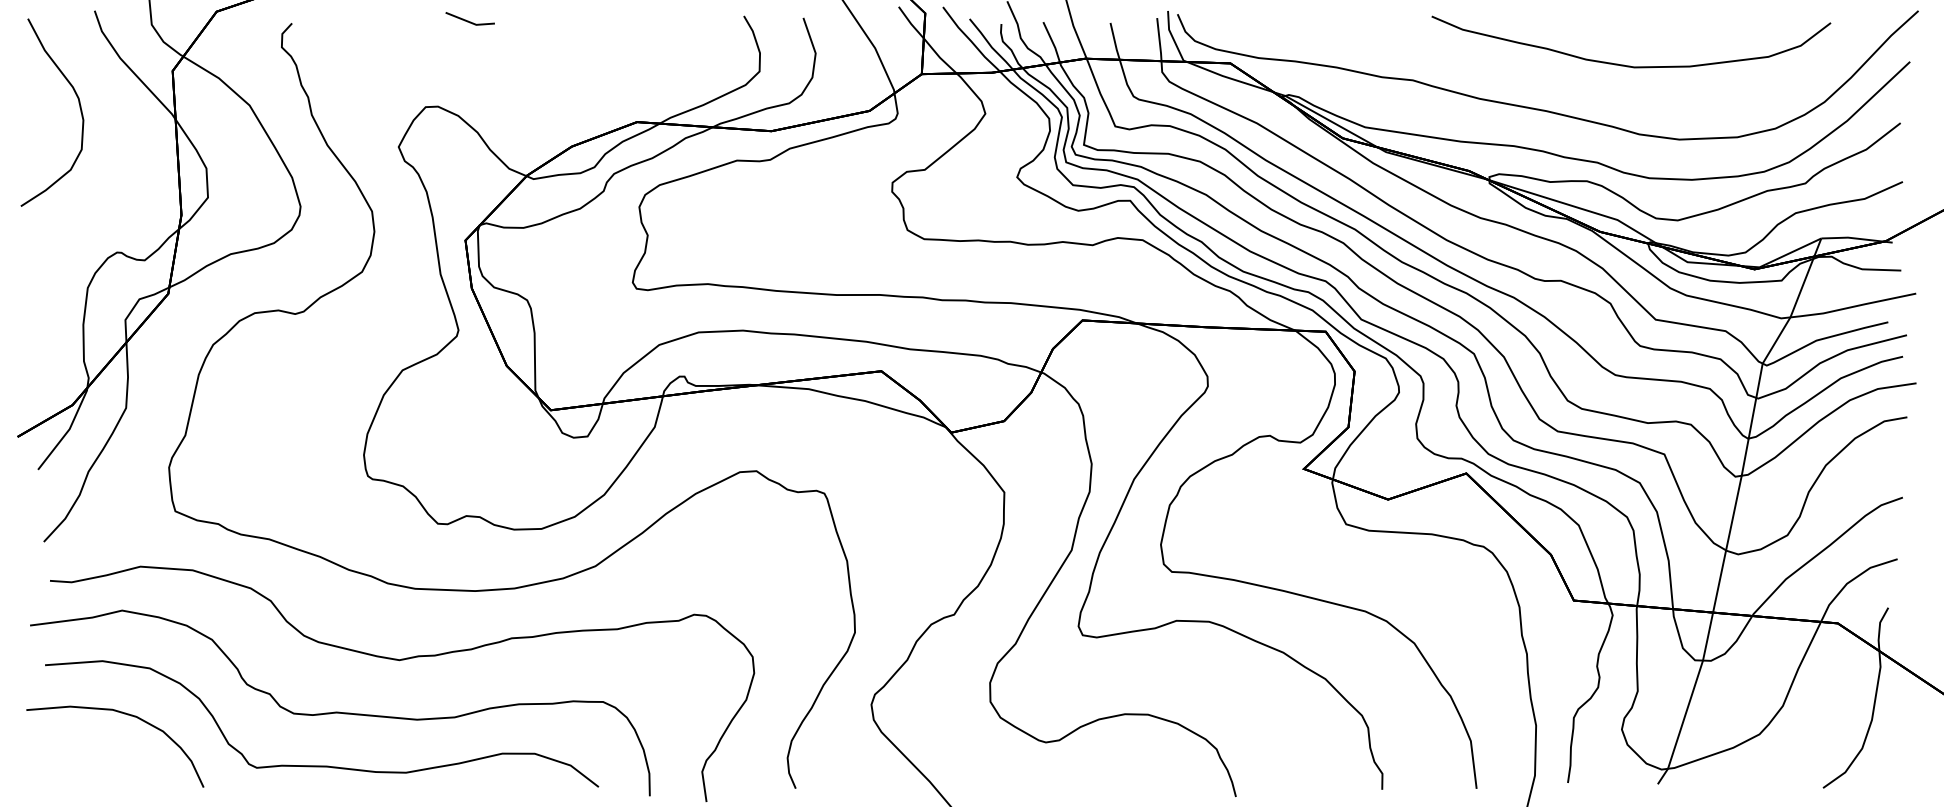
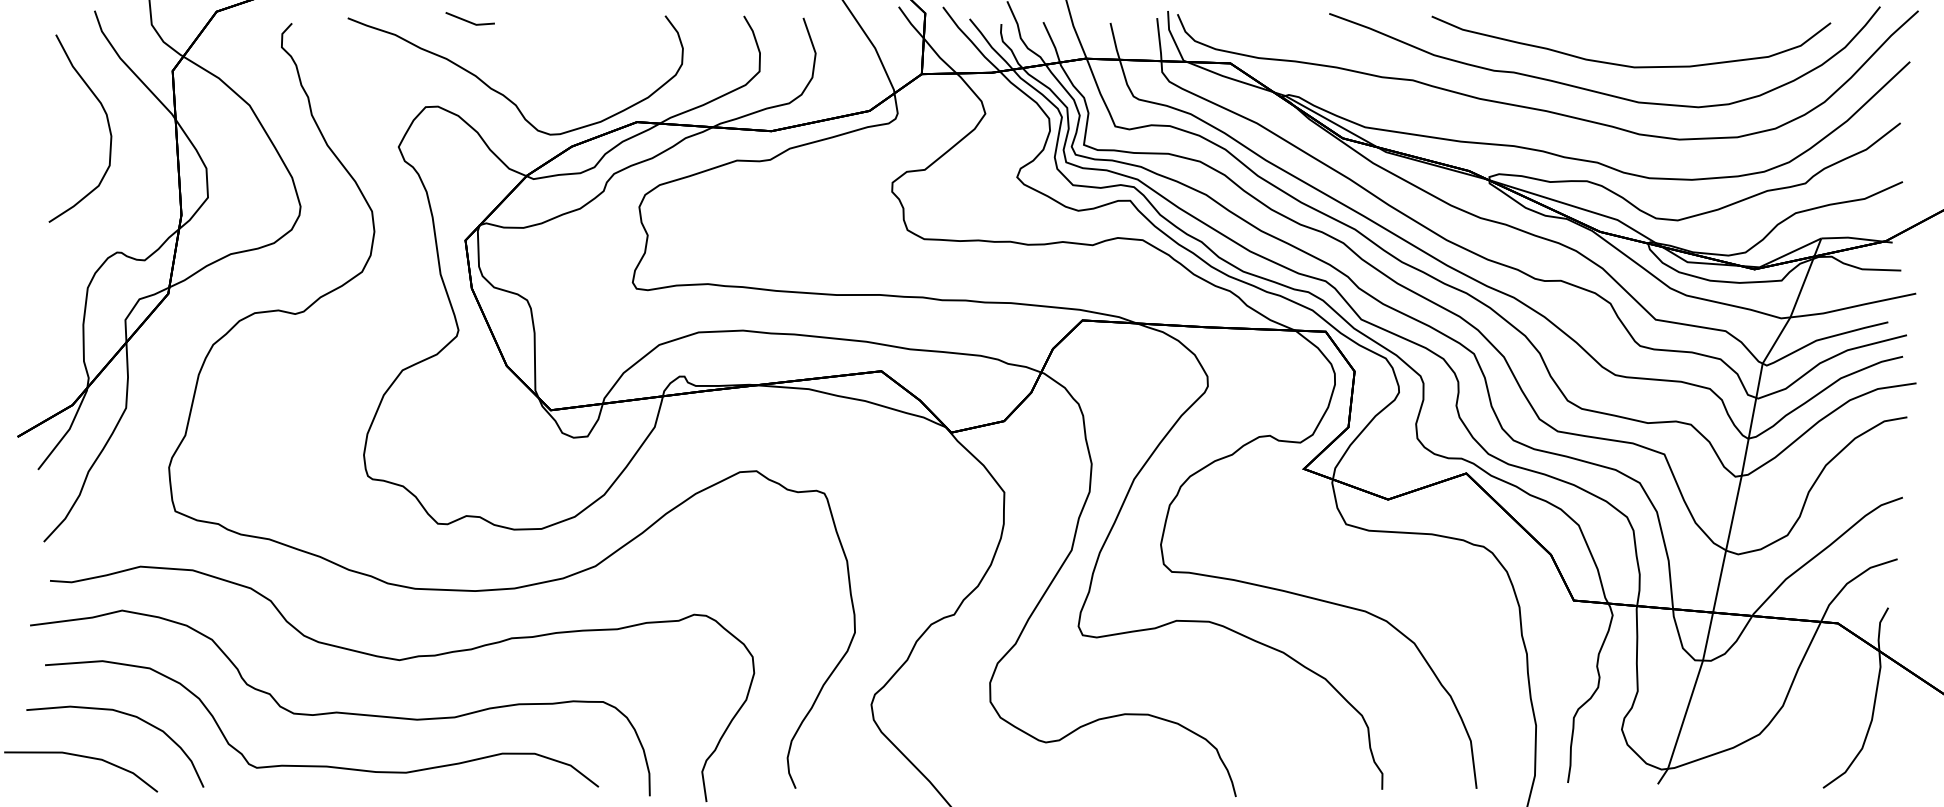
curve at (1595, 90): none -> present
curve at (502, 93): none -> present
curve at (79, 107) position: (79, 107) -> (107, 123)
part at (82, 757): none -> present
